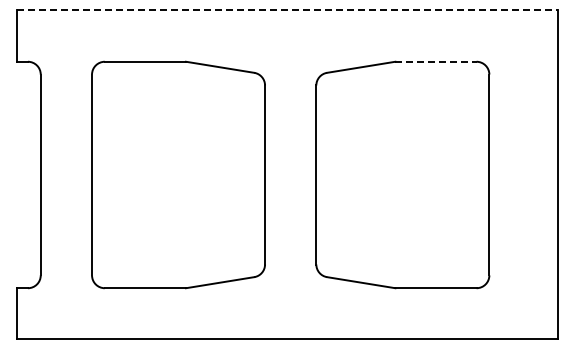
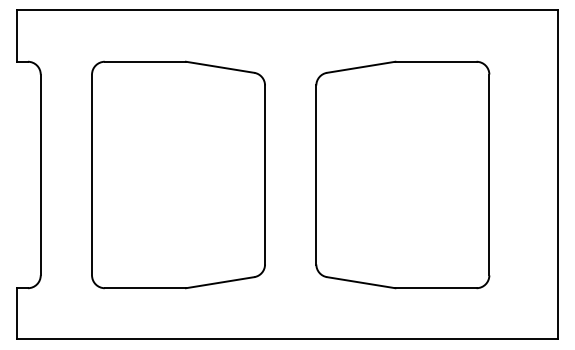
line at (288, 10): dashed -> solid
line at (435, 61): dashed -> solid
